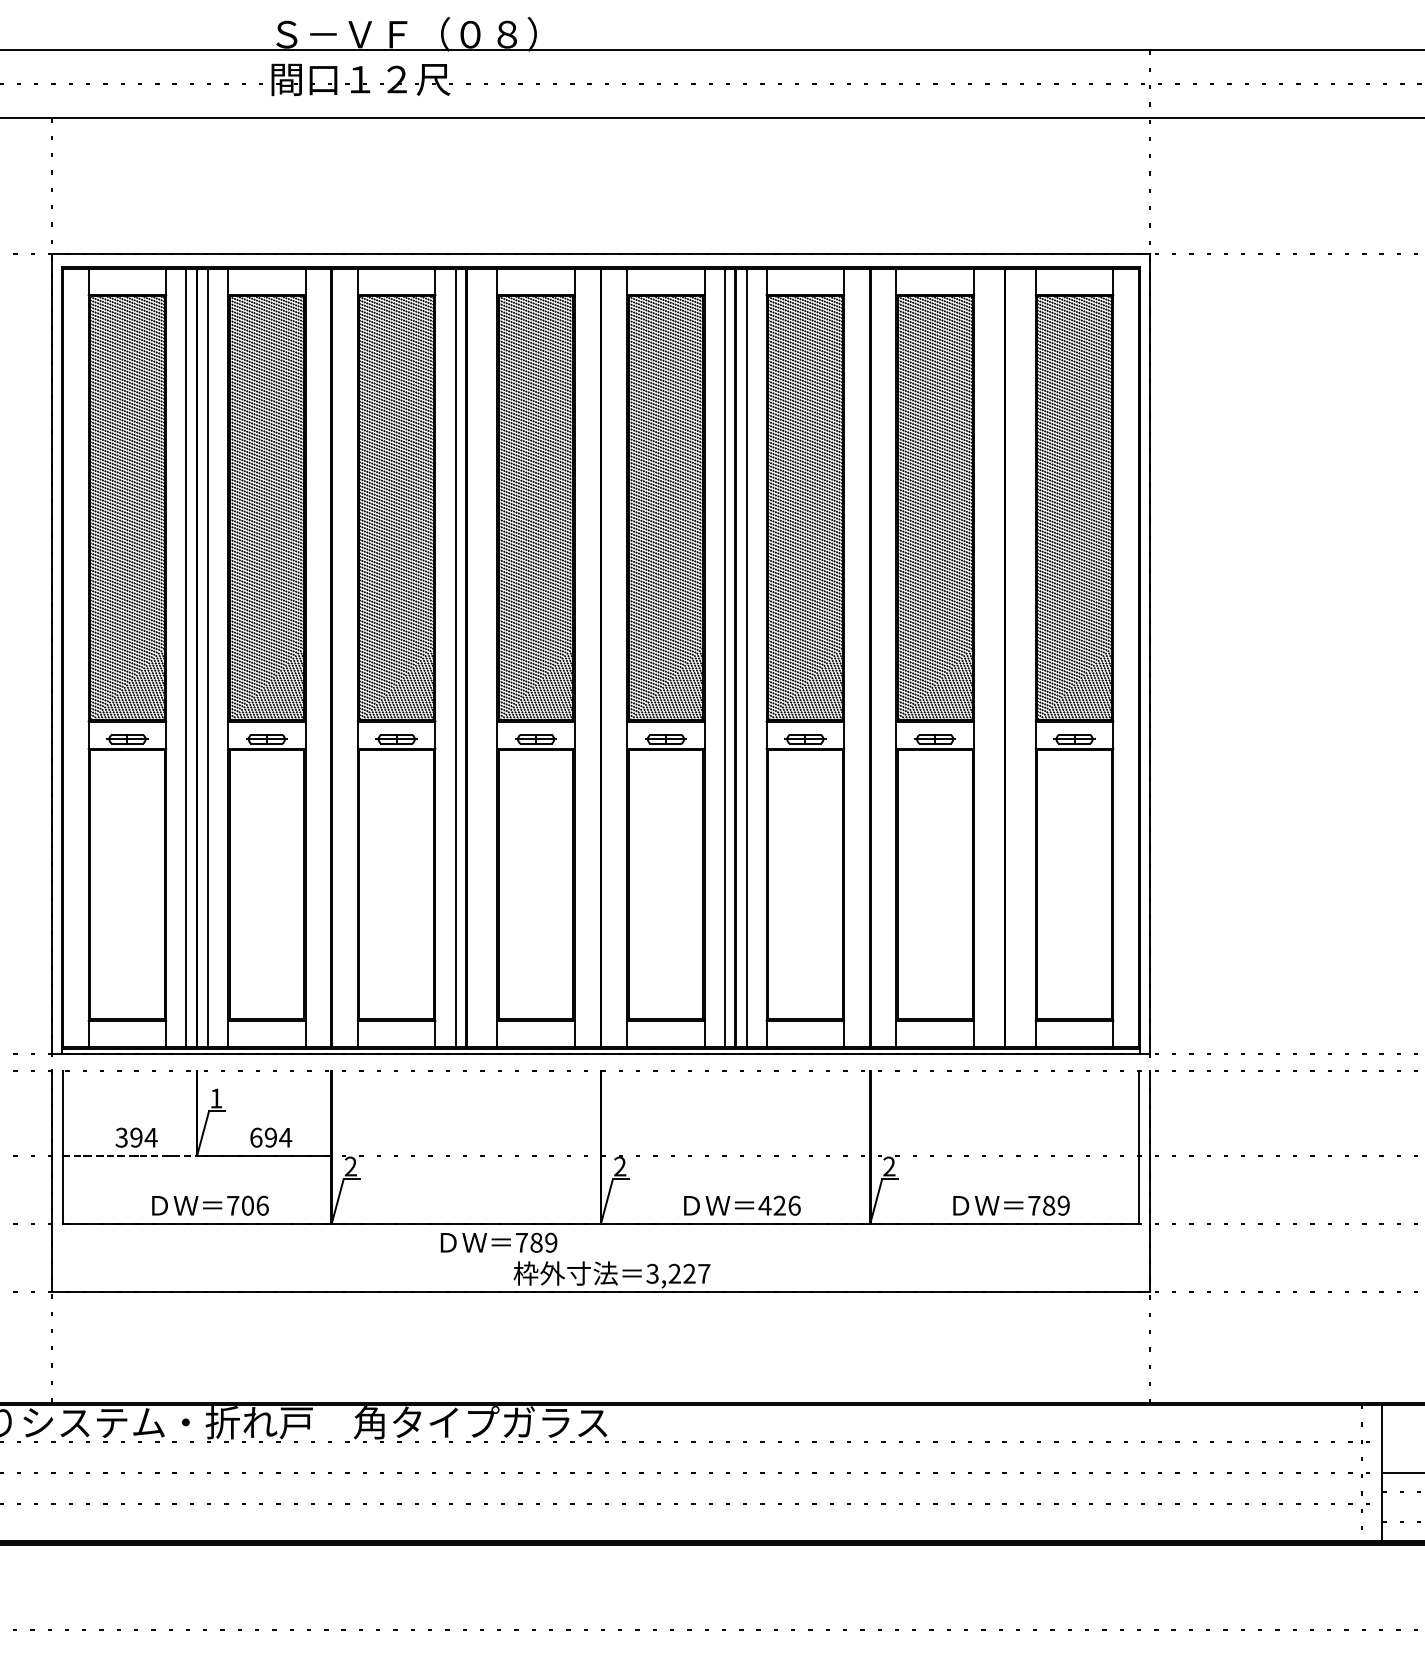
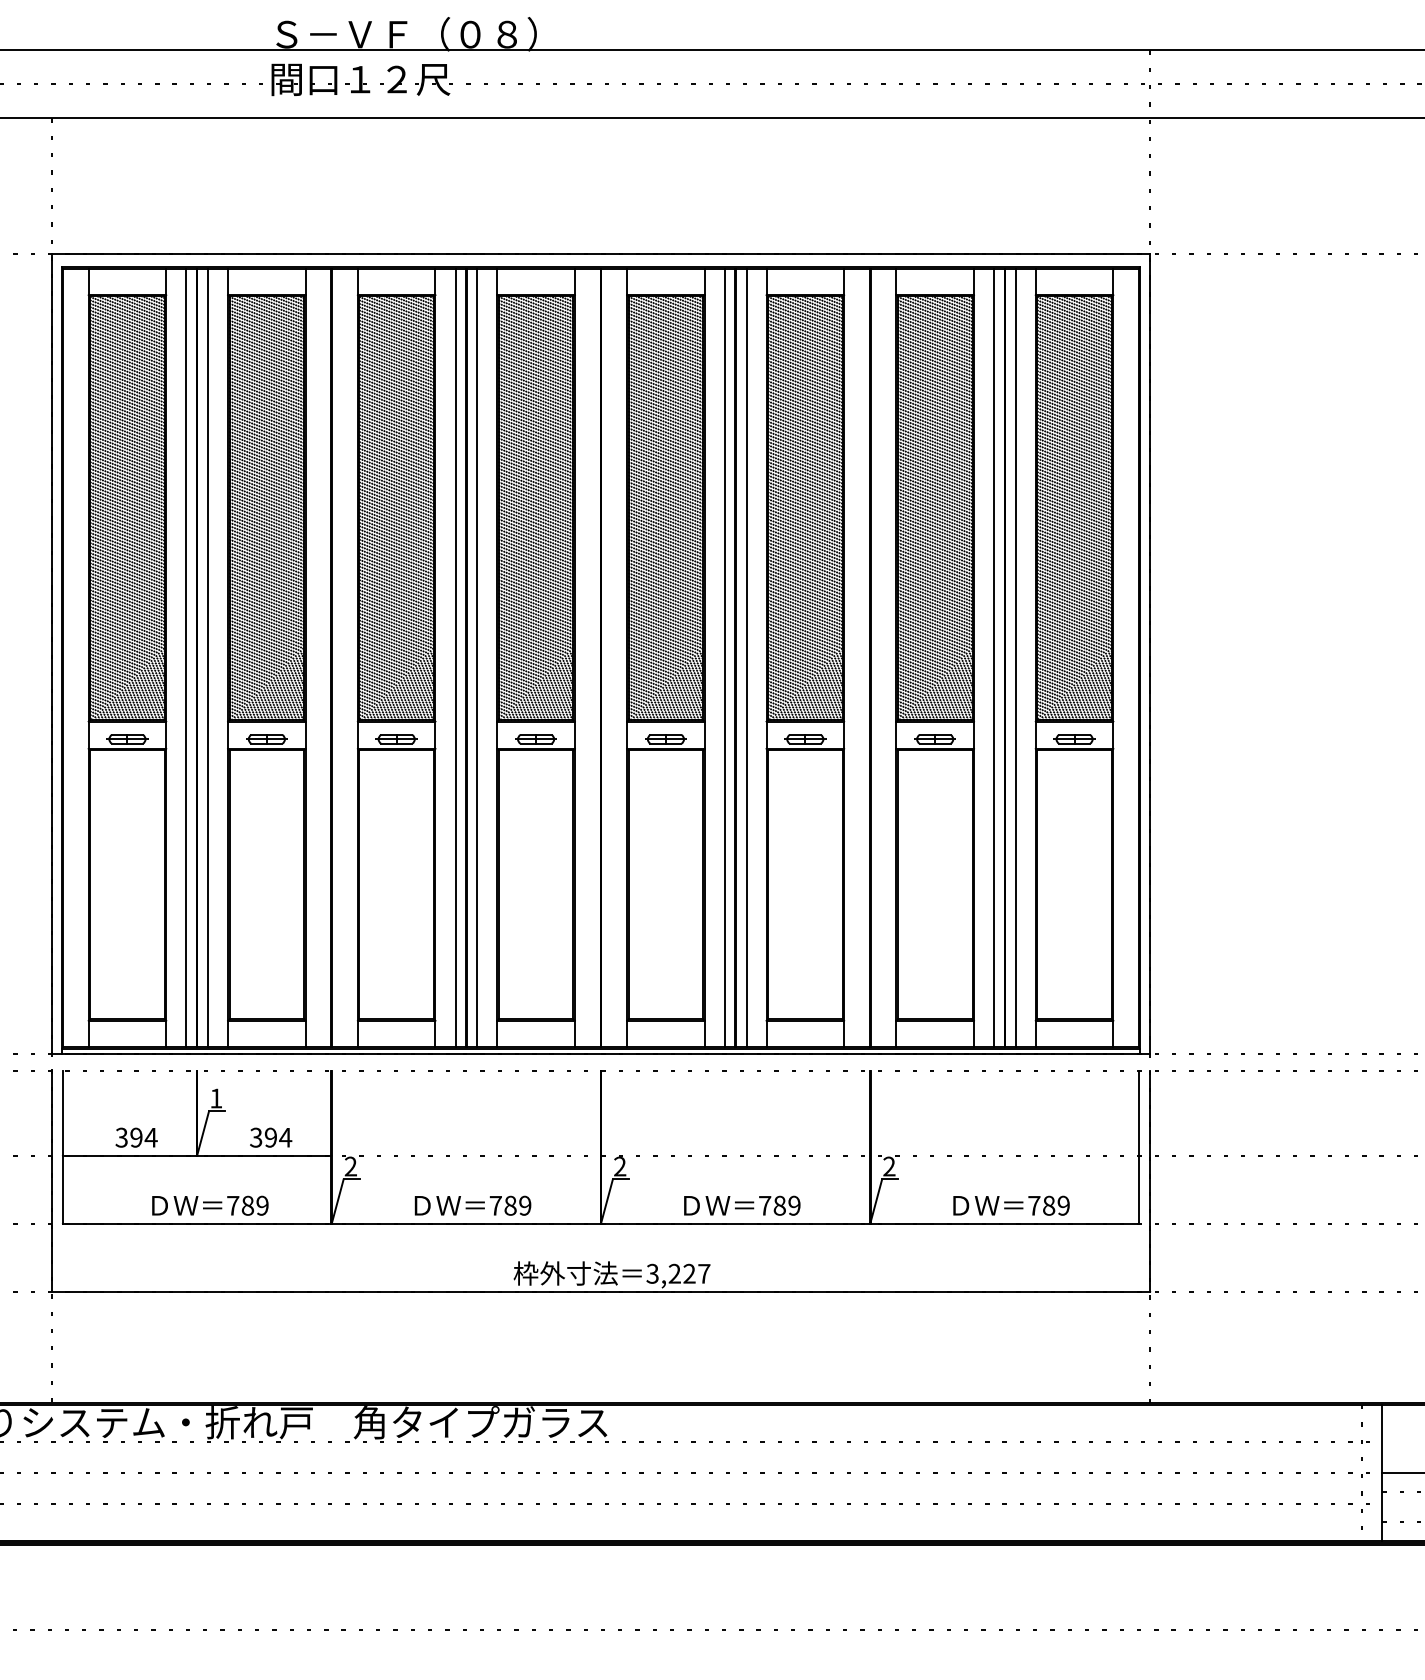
line at (477, 657): none -> present
line at (993, 657): none -> present
line at (1015, 657): none -> present
text at (256, 1137): 694 -> 394
line at (130, 1155): dashed -> solid
text at (254, 1205): 706 -> 789
text at (779, 1205): 426 -> 789
text at (498, 1242) position: (498, 1242) -> (472, 1205)
